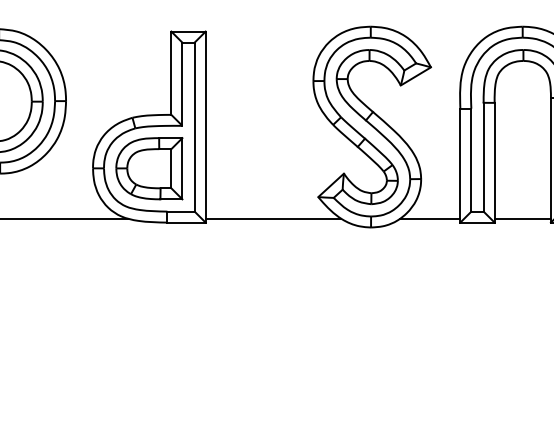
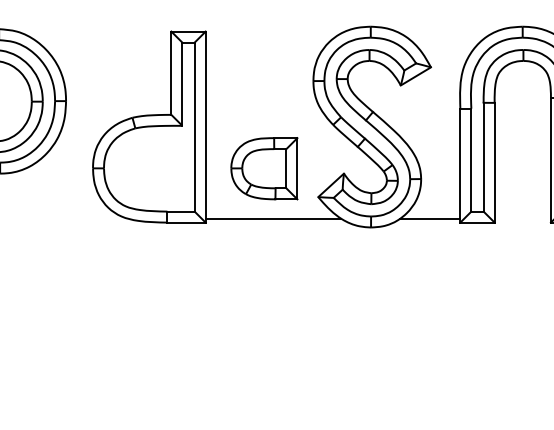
part at (149, 168) position: (149, 168) -> (264, 168)
line at (64, 218): present -> none
line at (522, 218): present -> none
